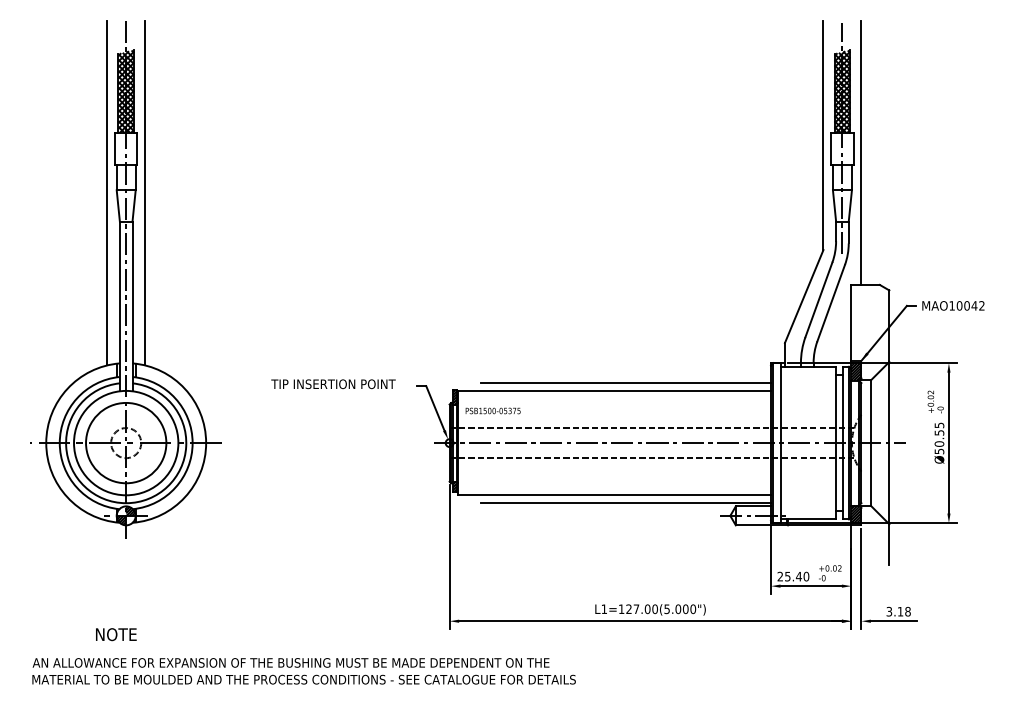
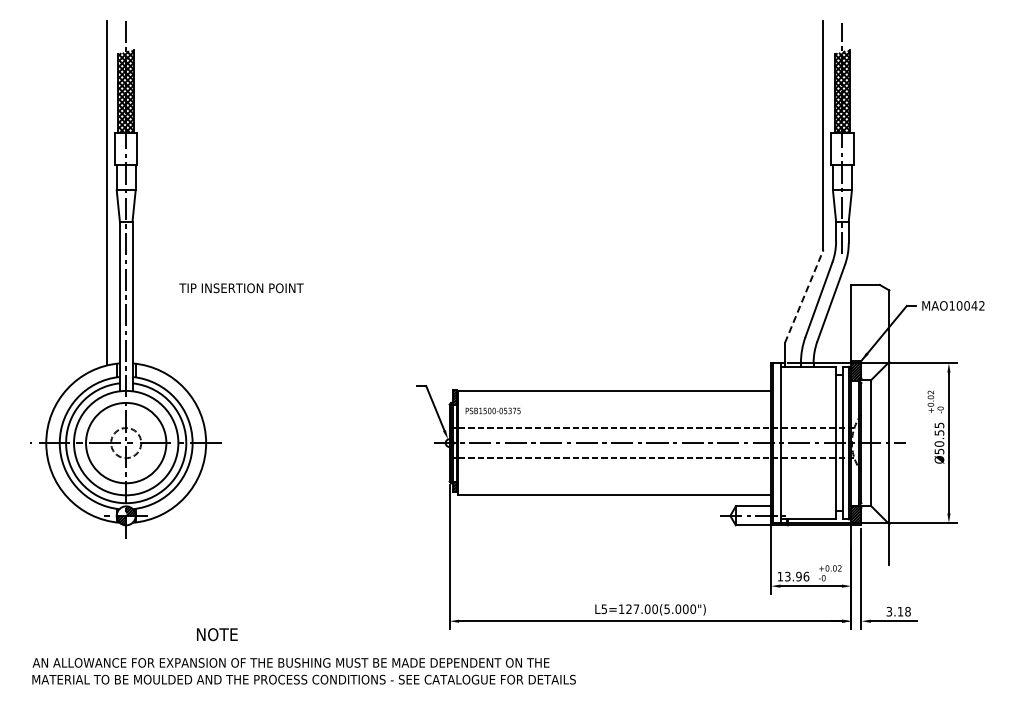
line at (861, 152): present -> none
line at (145, 193): present -> none
line at (804, 296): solid -> dashed
line at (626, 383): present -> none
text at (333, 384) position: (333, 384) -> (241, 288)
line at (626, 503): present -> none
text at (793, 576): 25.40 -> 13.96
text at (603, 609): L1=127.00(5.000") -> L5=127.00(5.000")
text at (116, 634) position: (116, 634) -> (217, 634)
